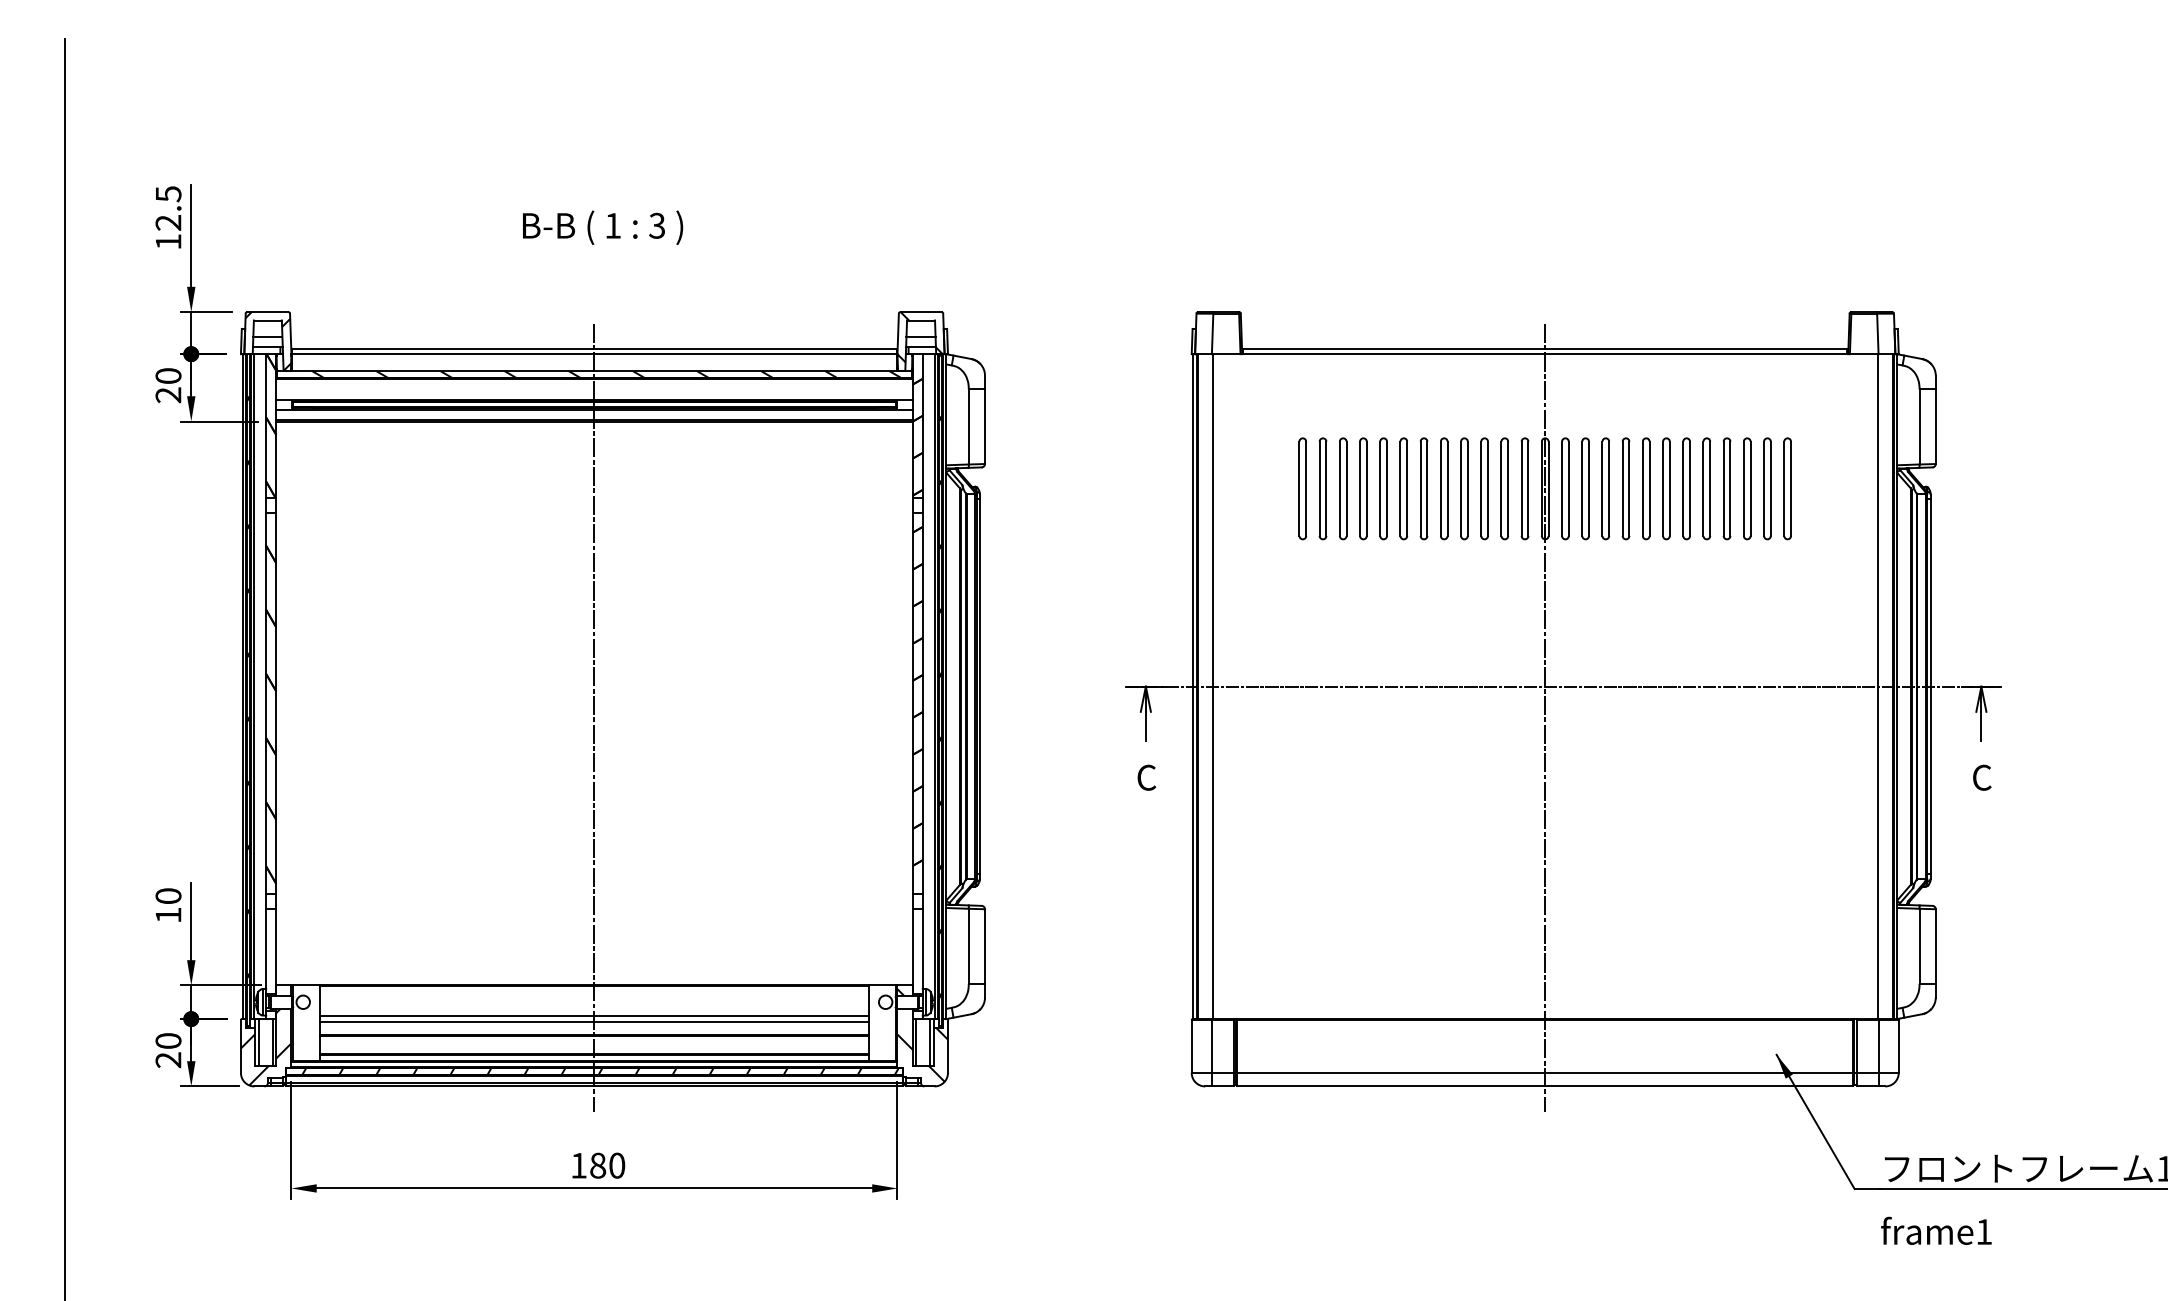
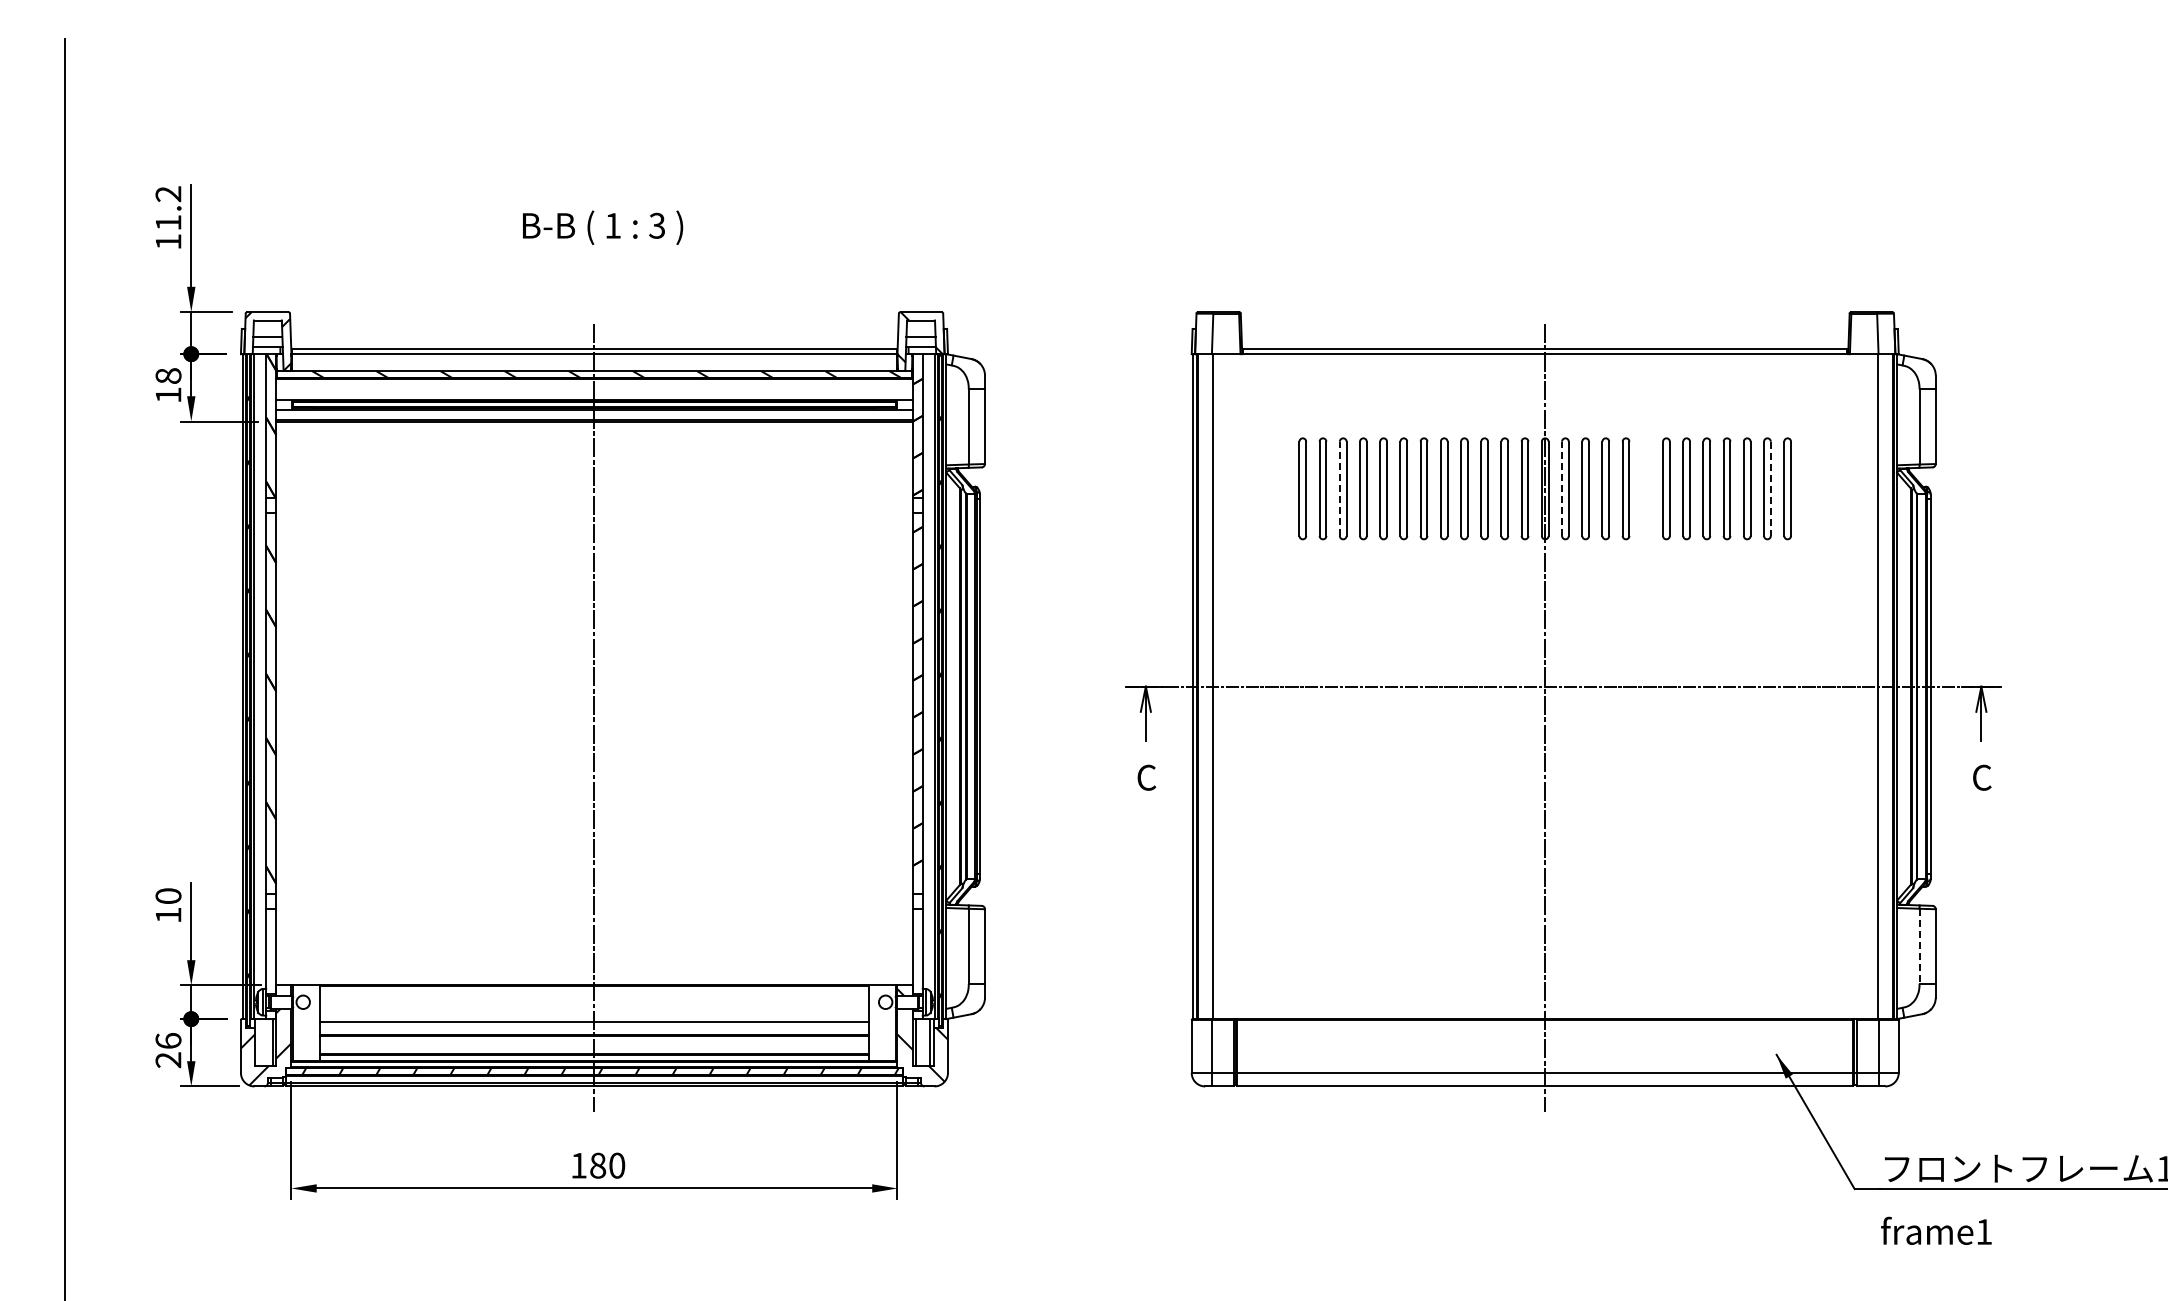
text at (168, 208): 12.5 -> 11.2
text at (168, 385): 20 -> 18
line at (1339, 488): solid -> dashed
line at (1562, 488): solid -> dashed
part at (1646, 488): present -> none
line at (1770, 489): solid -> dashed
line at (1919, 946): solid -> dashed
line at (594, 1015): present -> none
text at (168, 1040): 20 -> 26
line at (258, 1042): present -> none
